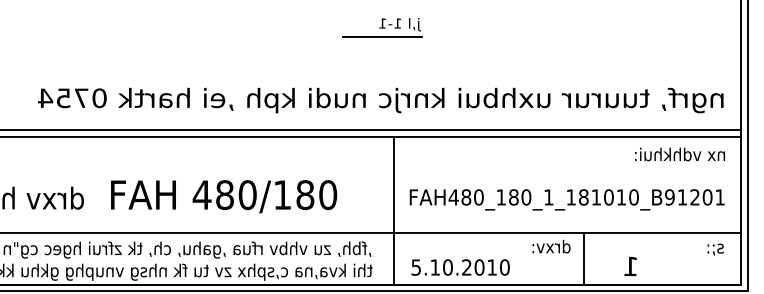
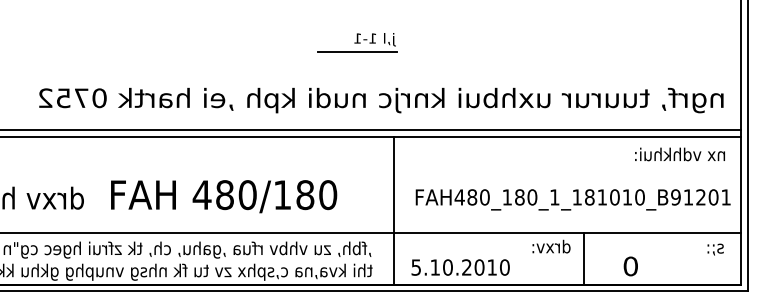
part at (382, 27) position: (382, 27) -> (357, 42)
text at (45, 97): 0754 -> 0752
text at (566, 199) position: (566, 199) -> (572, 199)
text at (630, 266): 1 -> 0
